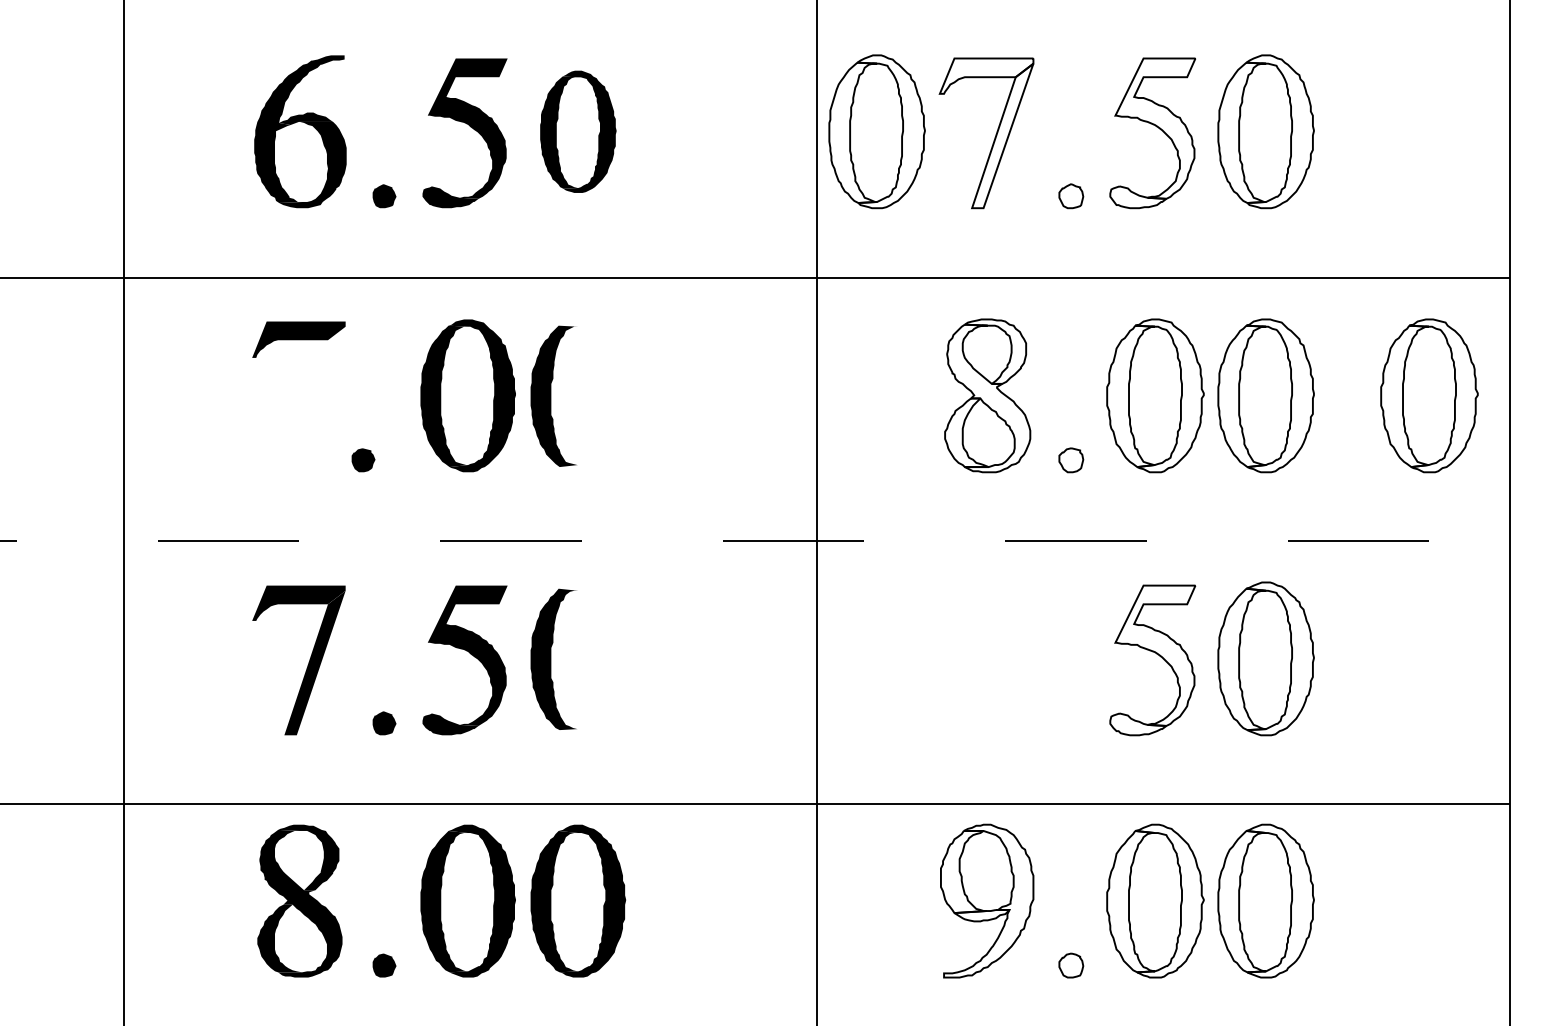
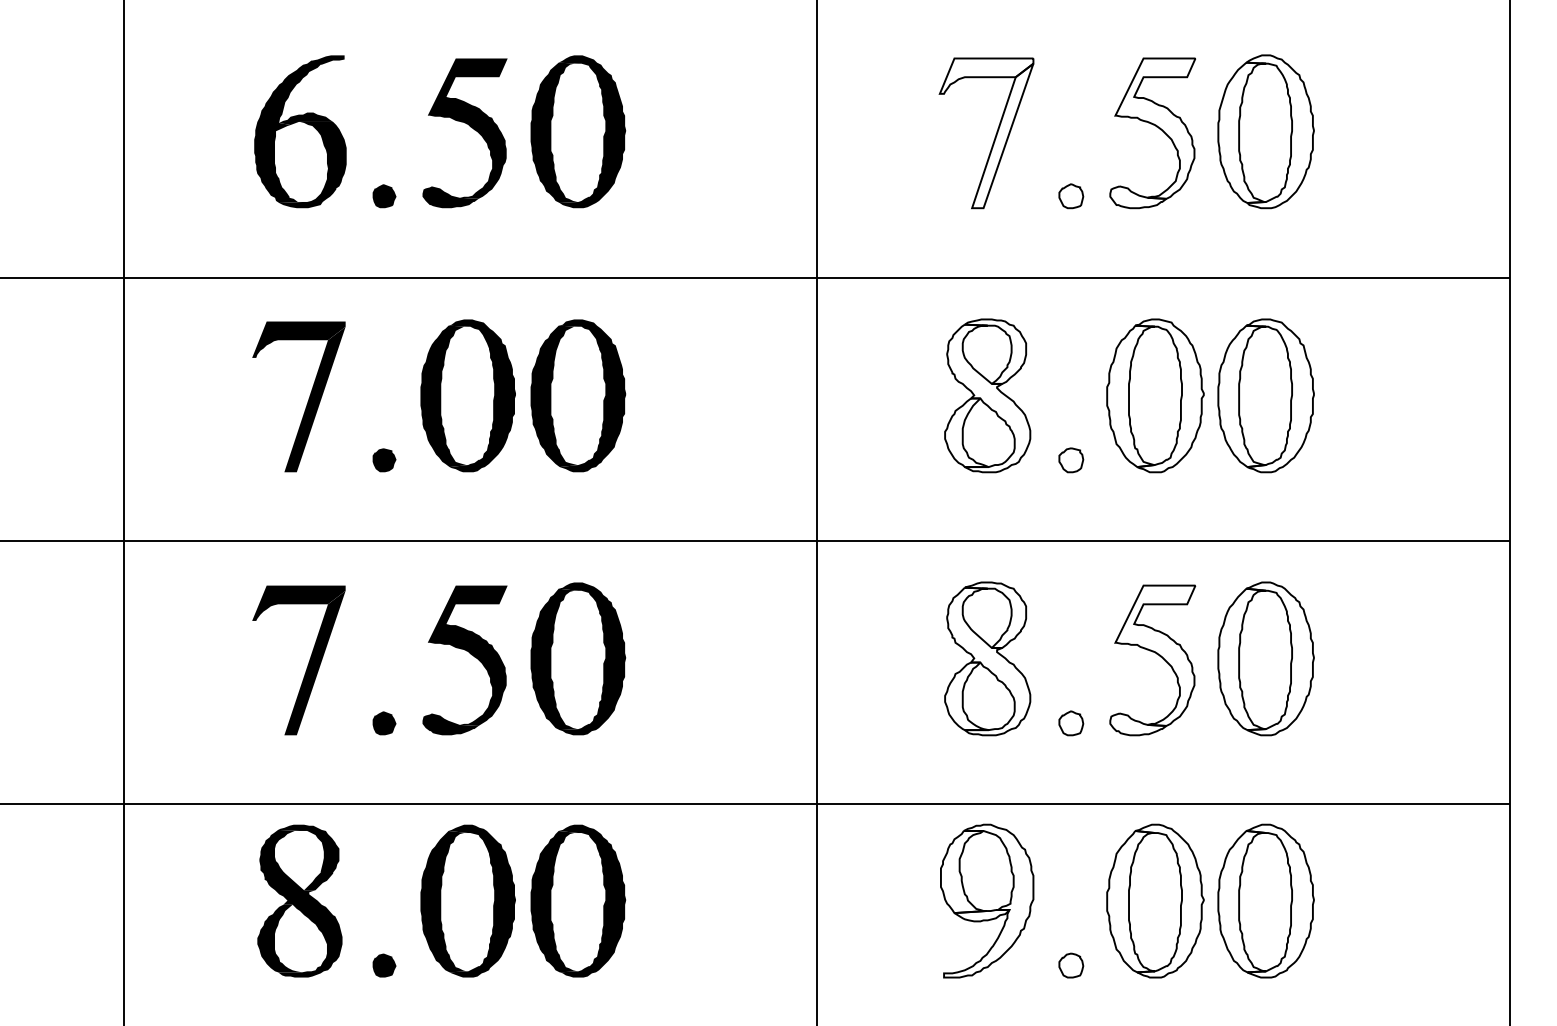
part at (578, 131) size: 77x123 px -> 97x154 px
part at (876, 131): present -> none
fill at (592, 395): none -> present
part at (1429, 395): present -> none
fill at (314, 399): none -> present
part at (363, 460) position: (363, 460) -> (384, 460)
line at (755, 540): dashed -> solid
fill at (592, 658): none -> present
part at (987, 658): none -> present
part at (1071, 723): none -> present
